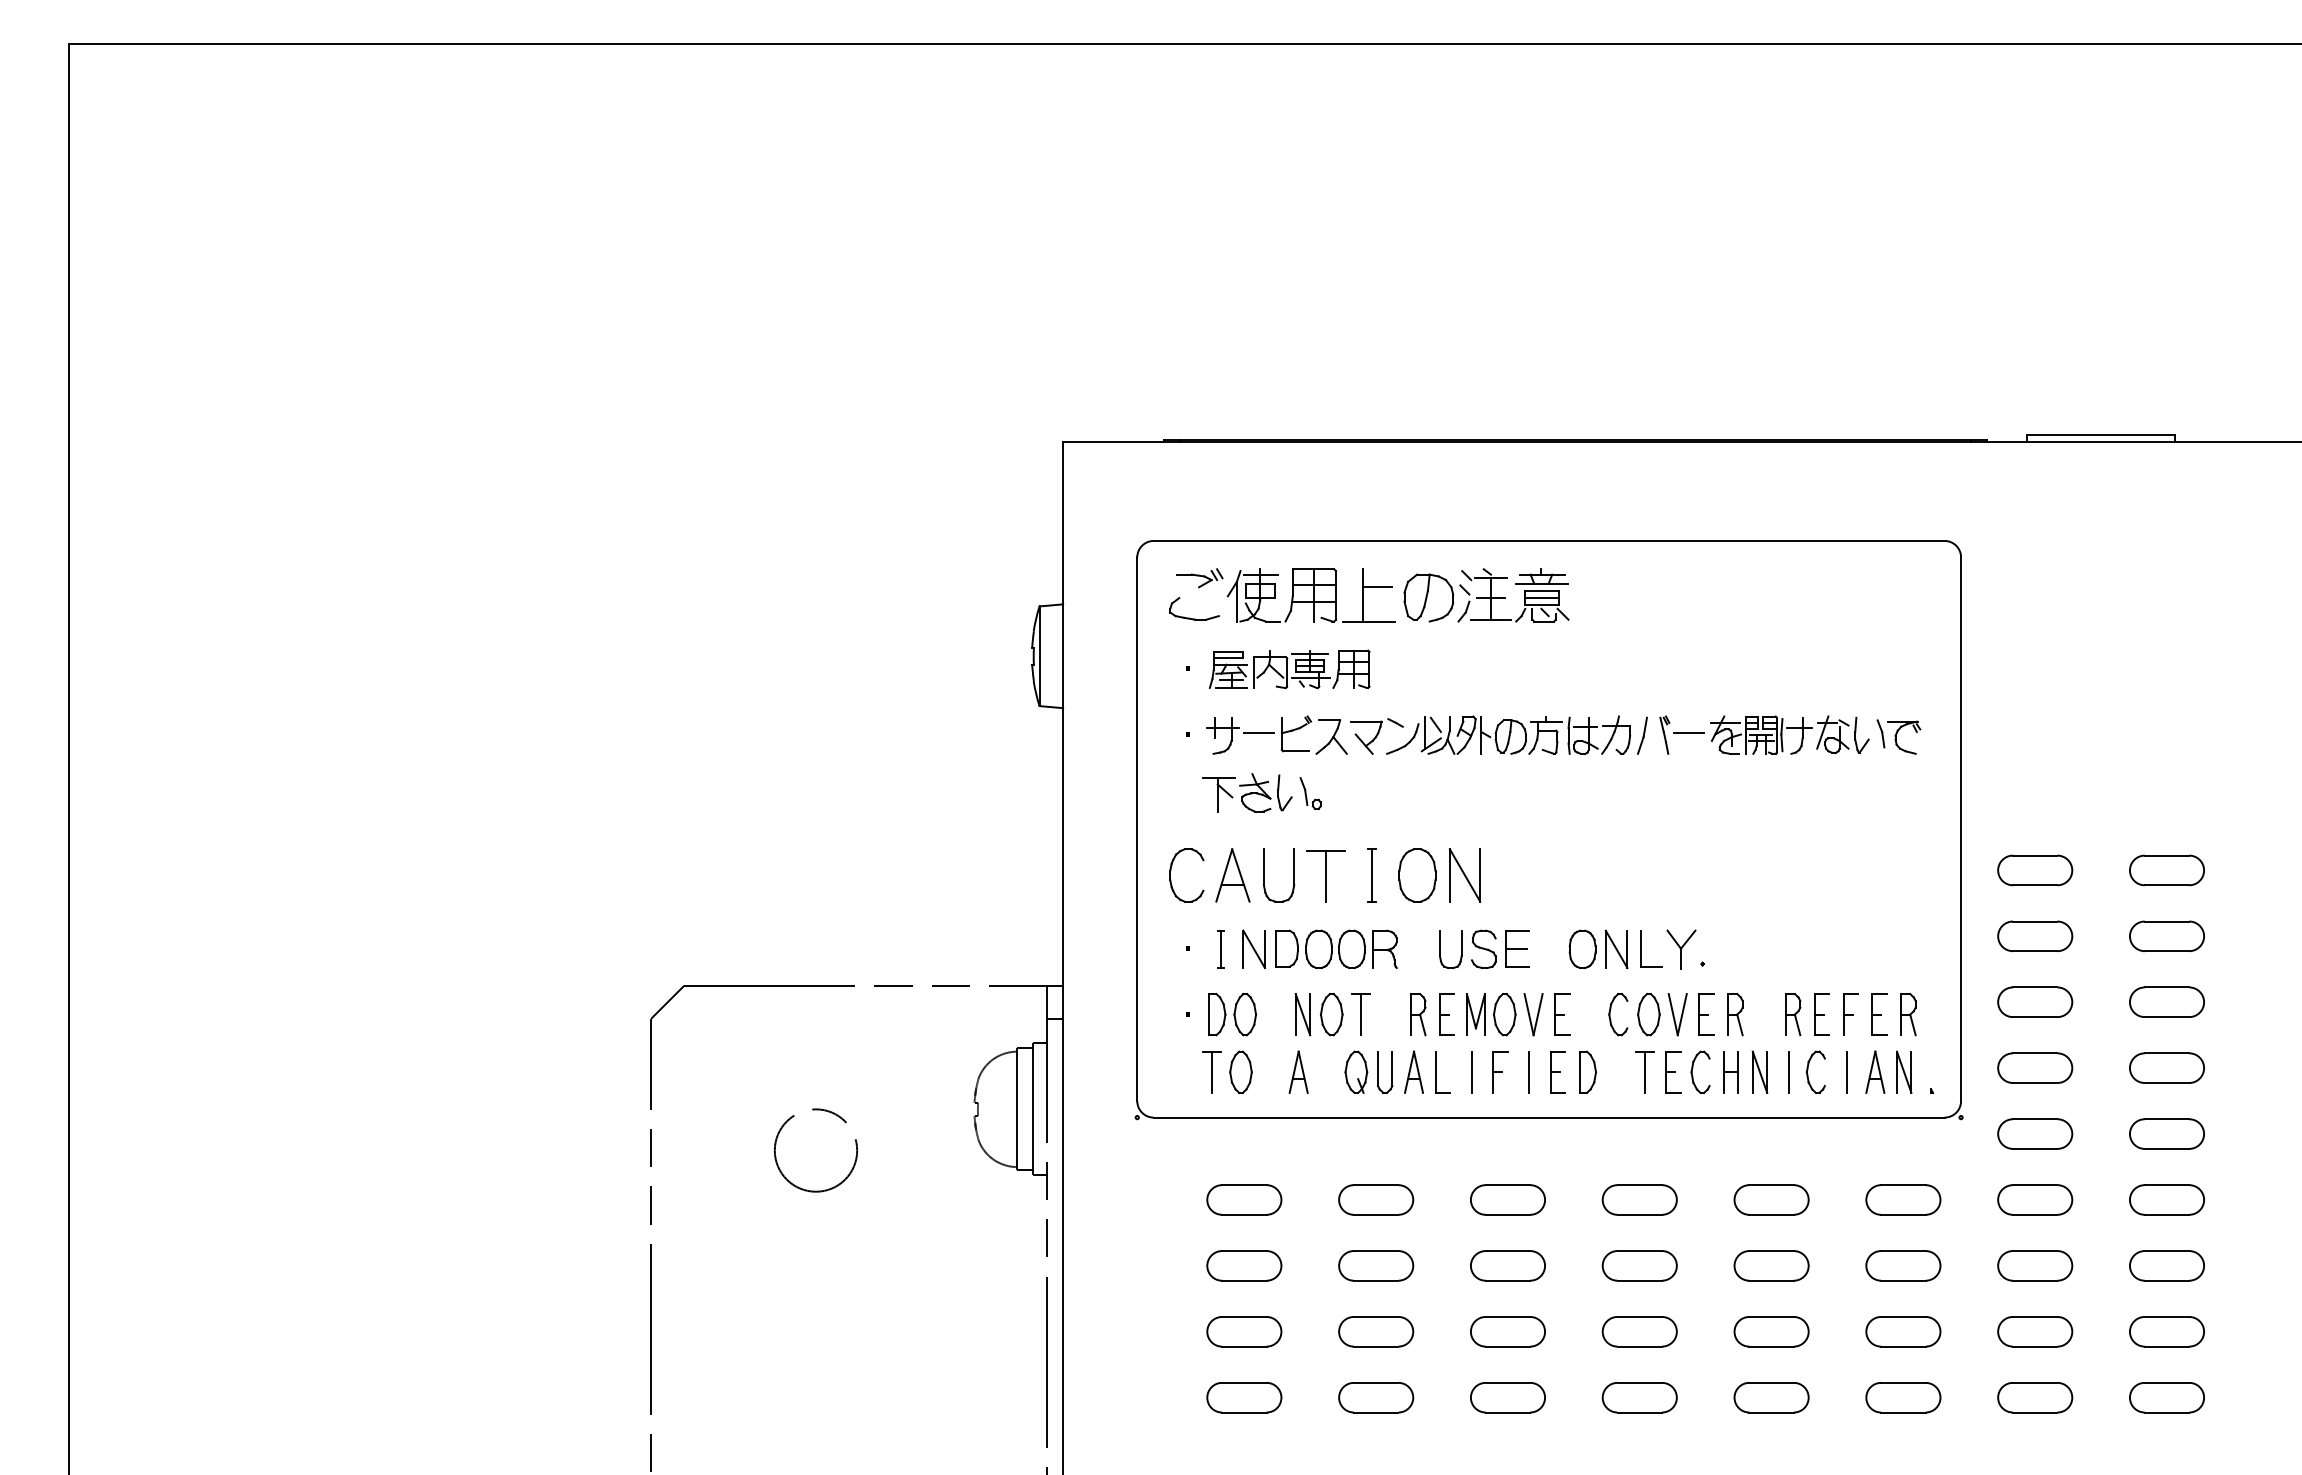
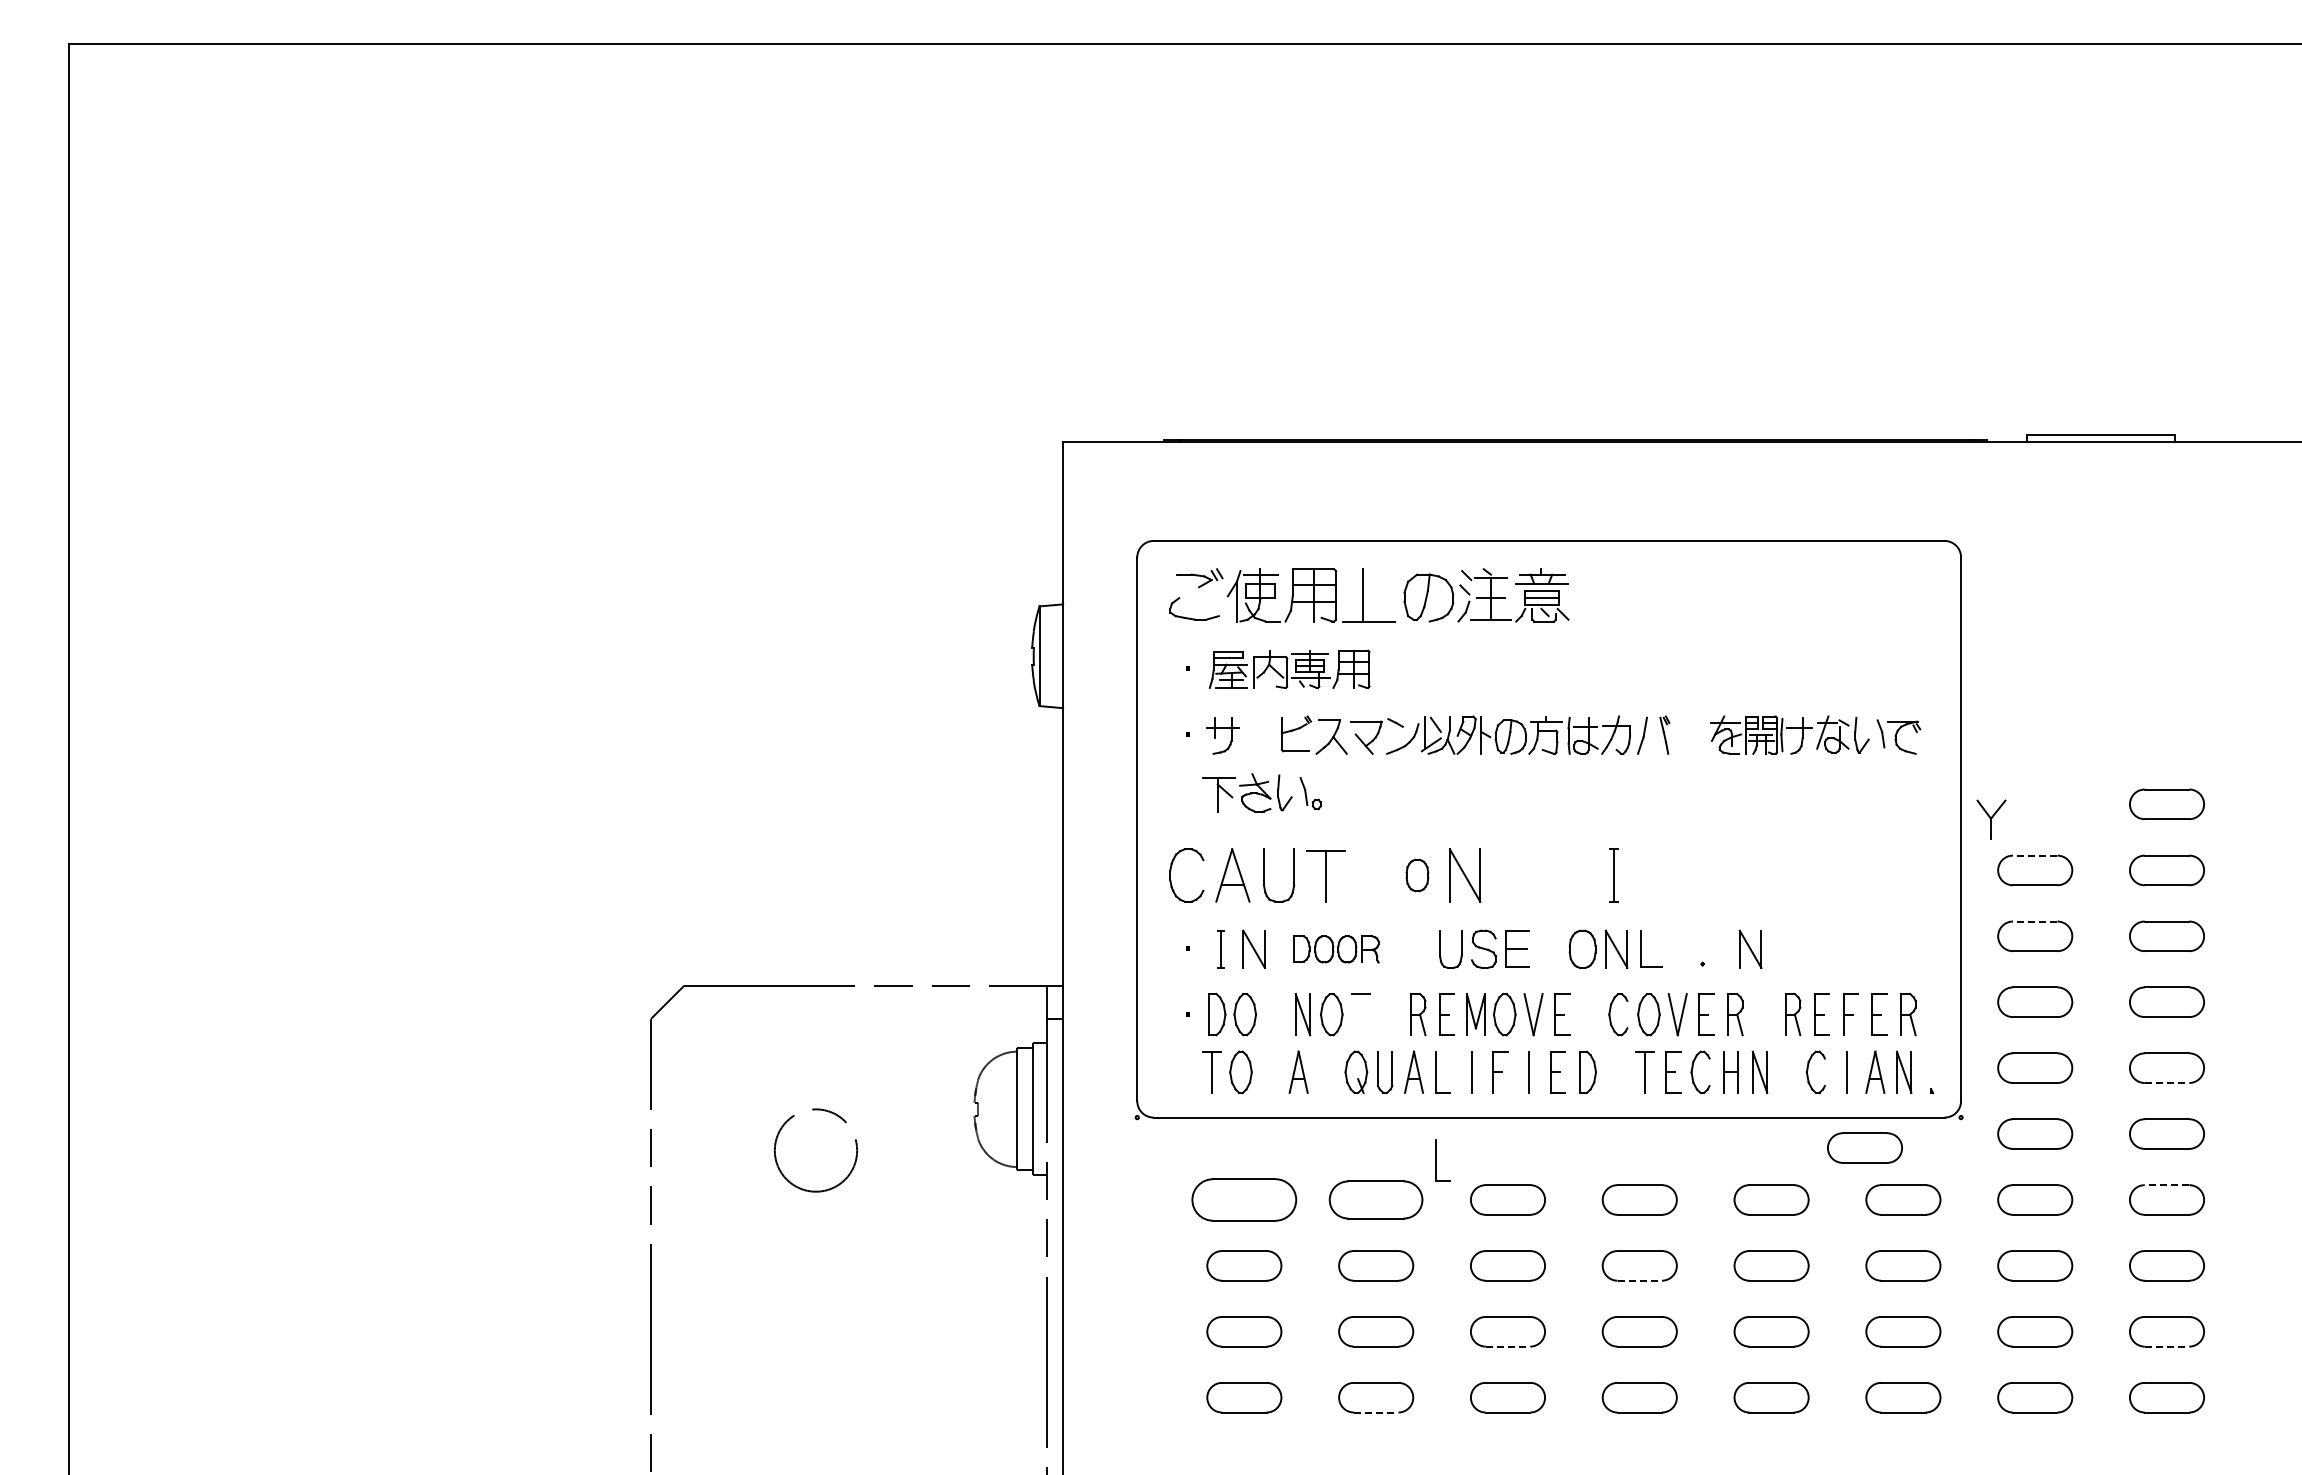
line at (1377, 587): present -> none
line at (1258, 733): present -> none
line at (1688, 733): present -> none
part at (2166, 803): none -> present
line at (2034, 855): solid -> dashed
part at (1371, 875) position: (1371, 875) -> (1613, 875)
part at (1417, 875) size: 39x55 px -> 25x35 px
line at (2034, 921): solid -> dashed
part at (1336, 949) size: 123x41 px -> 87x29 px
part at (1681, 949) position: (1681, 949) -> (1991, 819)
part at (1750, 949): none -> present
line at (1360, 1014): present -> none
line at (1788, 1071): present -> none
line at (2167, 1083): solid -> dashed
part at (1864, 1147): none -> present
part at (1442, 1160): none -> present
line at (2166, 1185): solid -> dashed
part at (1244, 1199) size: 77x32 px -> 107x44 px
part at (1376, 1199) size: 77x32 px -> 96x40 px
line at (1640, 1280): solid -> dashed
line at (1508, 1346): solid -> dashed
line at (2167, 1346): solid -> dashed
line at (1376, 1412): solid -> dashed
